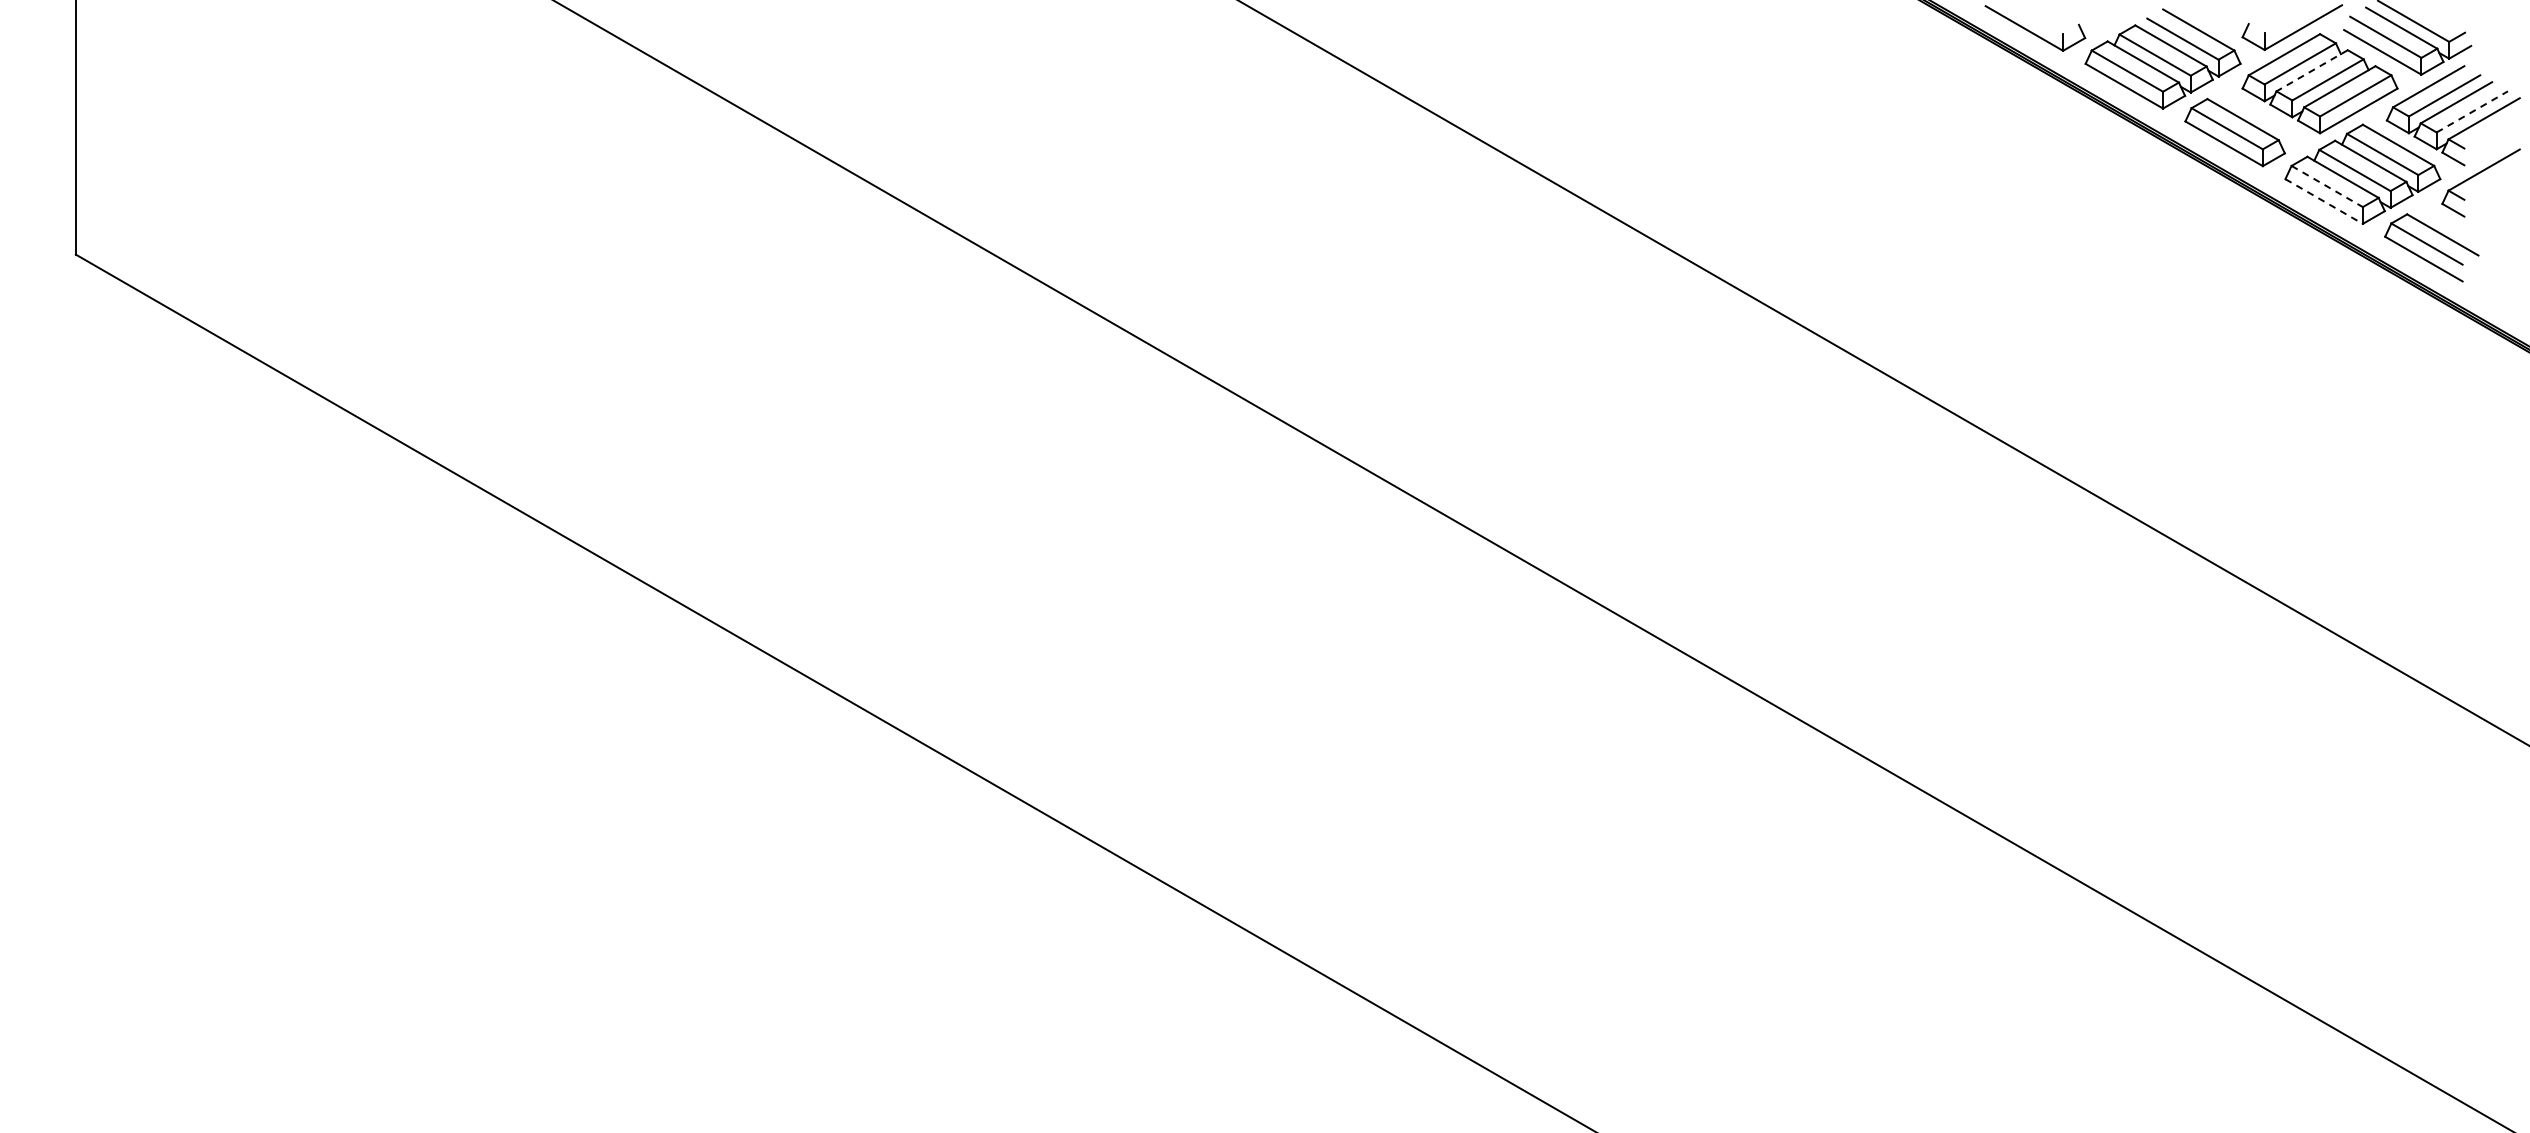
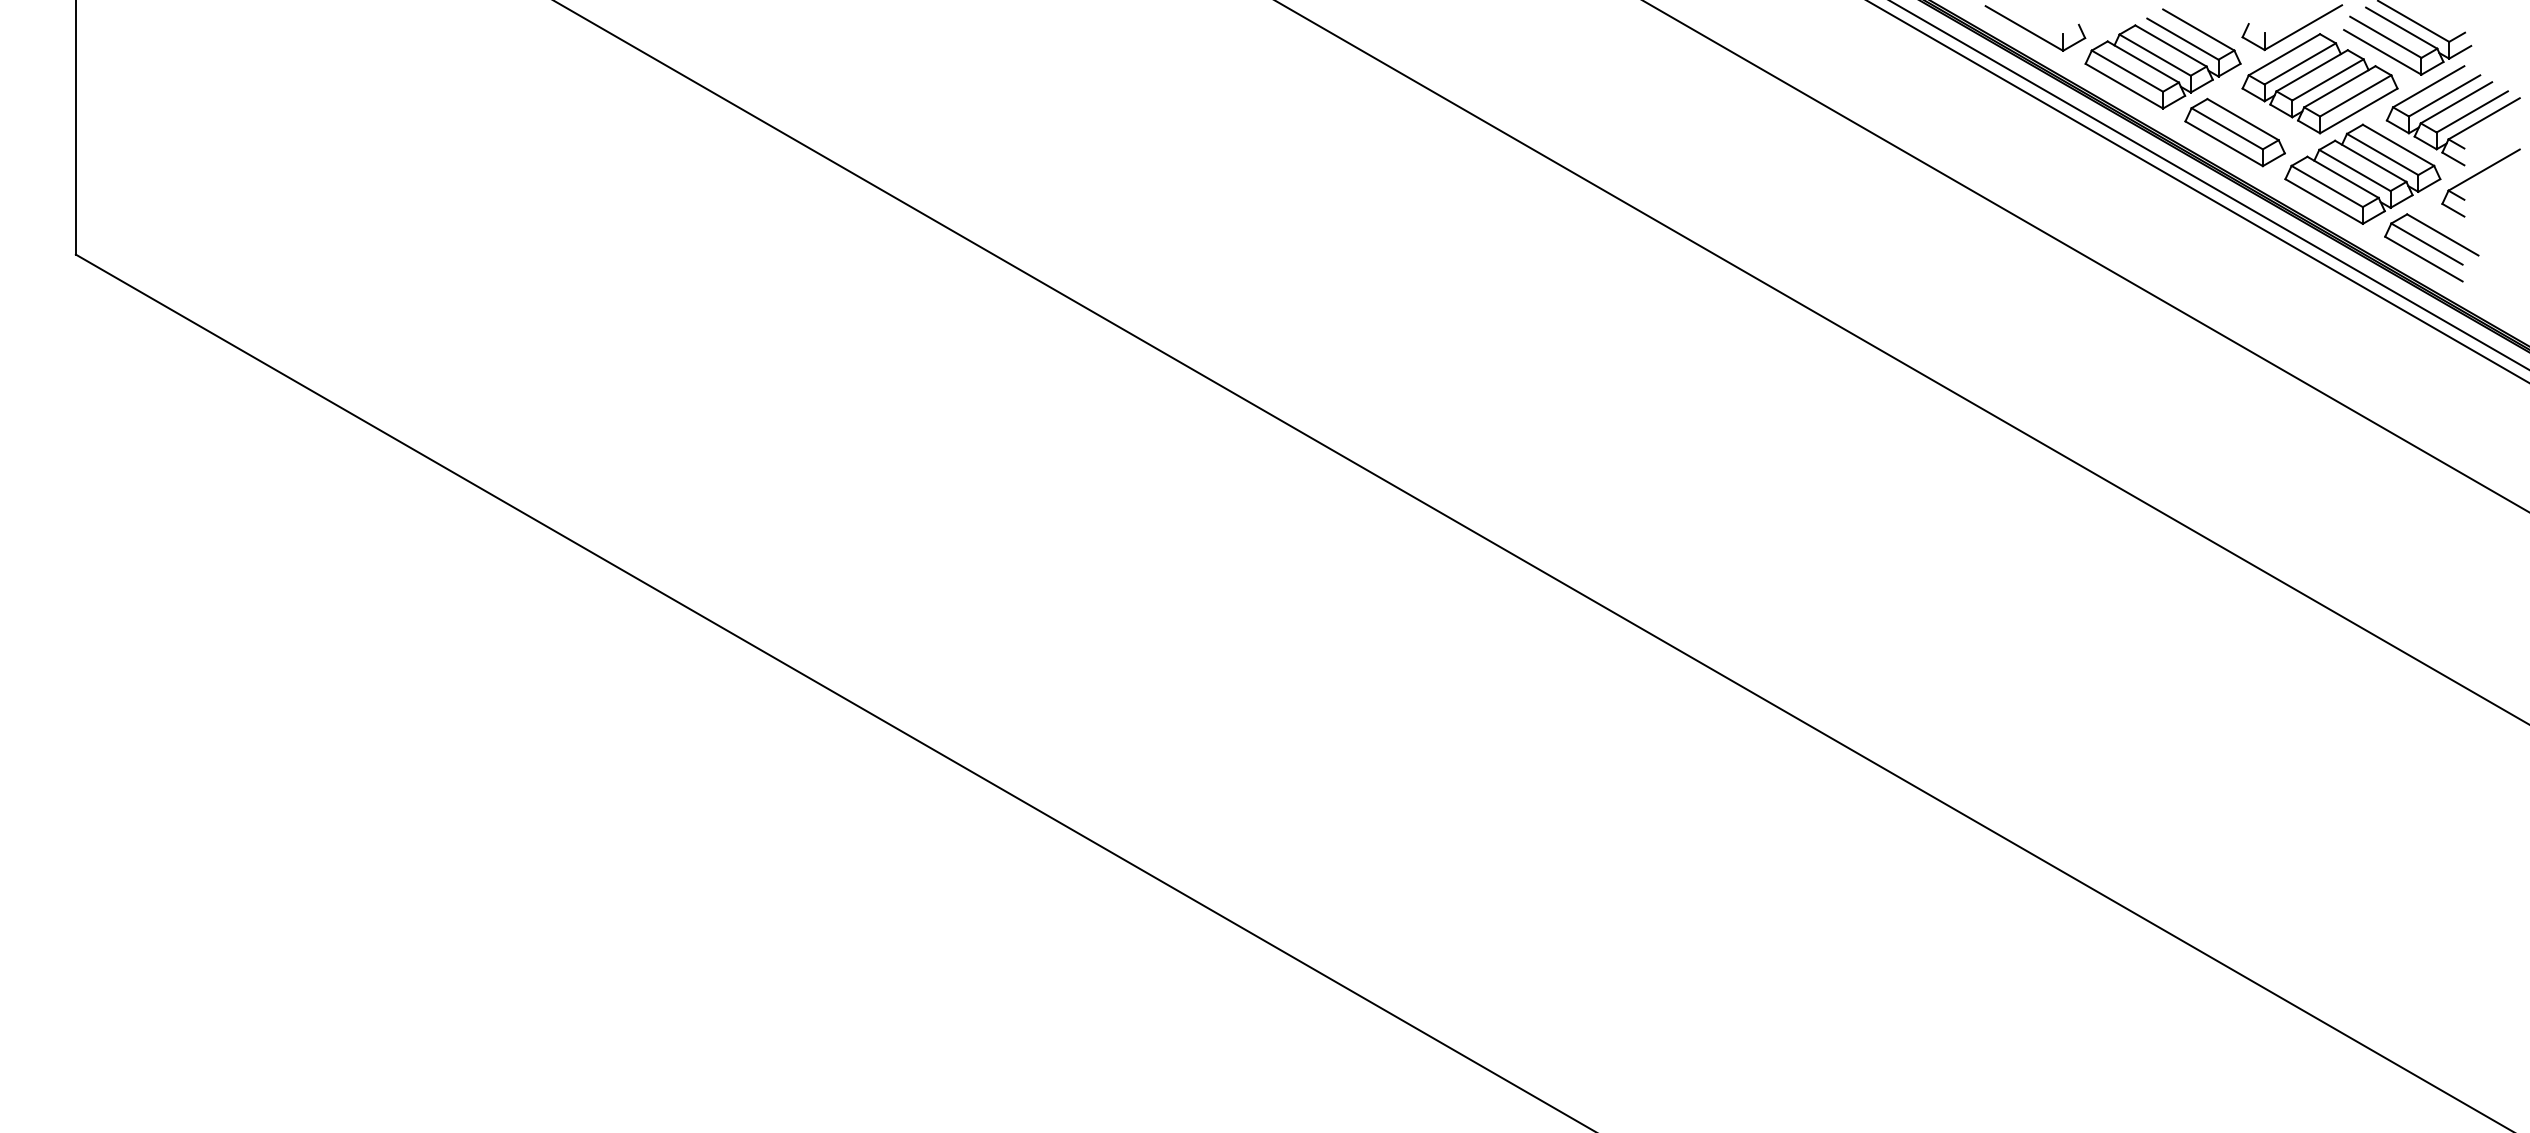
line at (2311, 71): dashed -> solid
line at (2472, 111): dashed -> solid
line at (2209, 185): none -> present
line at (2327, 186): dashed -> solid
line at (2197, 191): none -> present
line at (2324, 201): dashed -> solid
line at (2086, 256): none -> present
line at (1883, 373) position: (1883, 373) -> (1902, 362)
